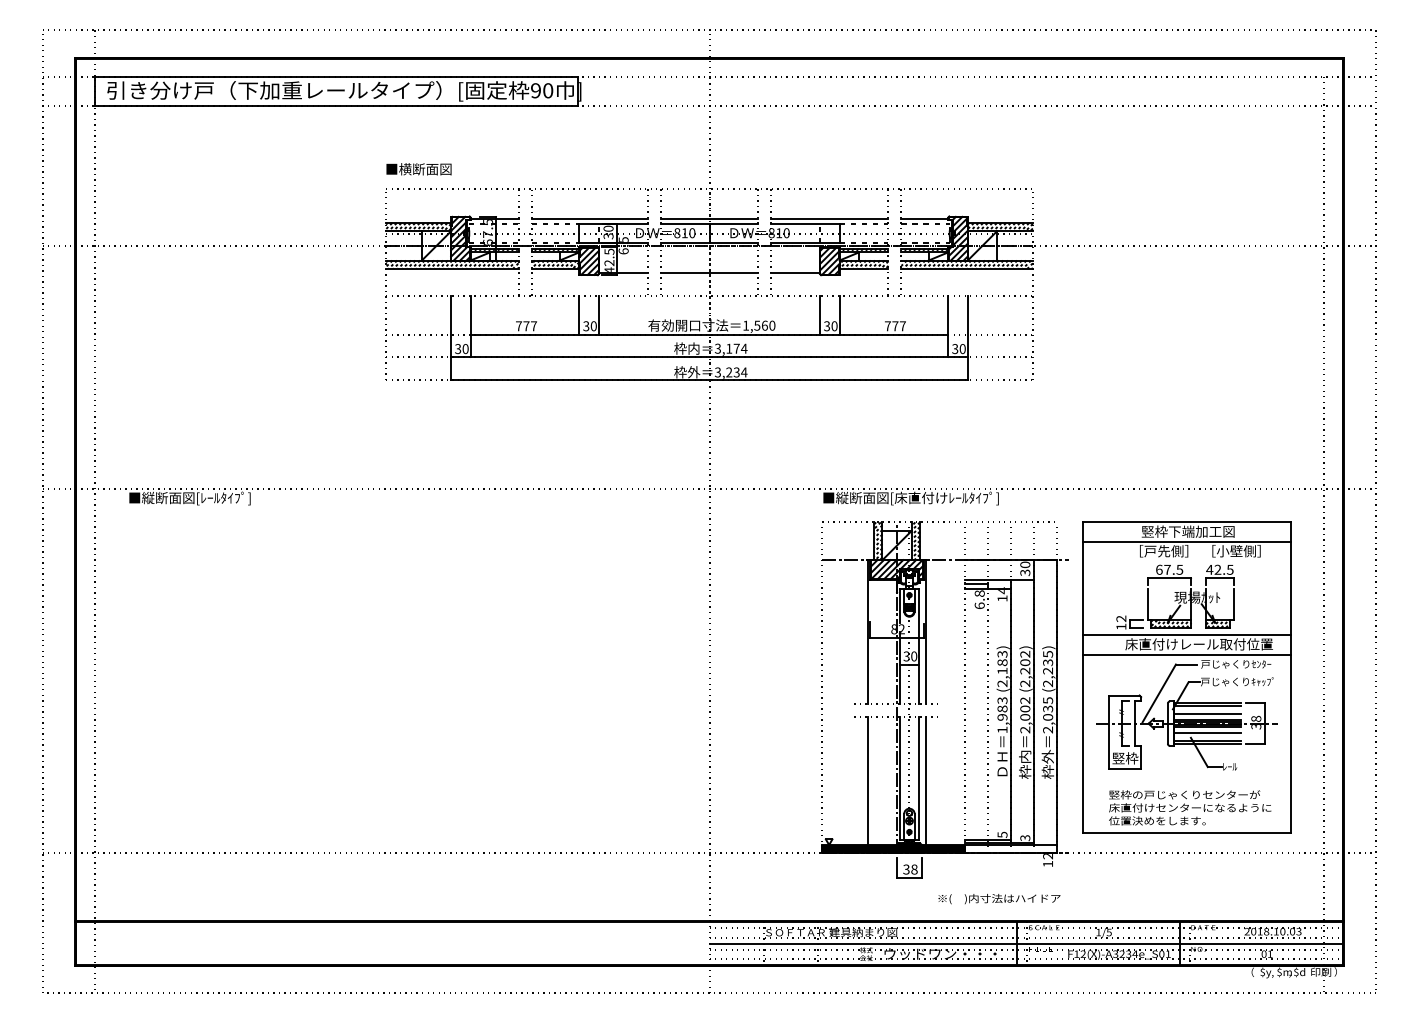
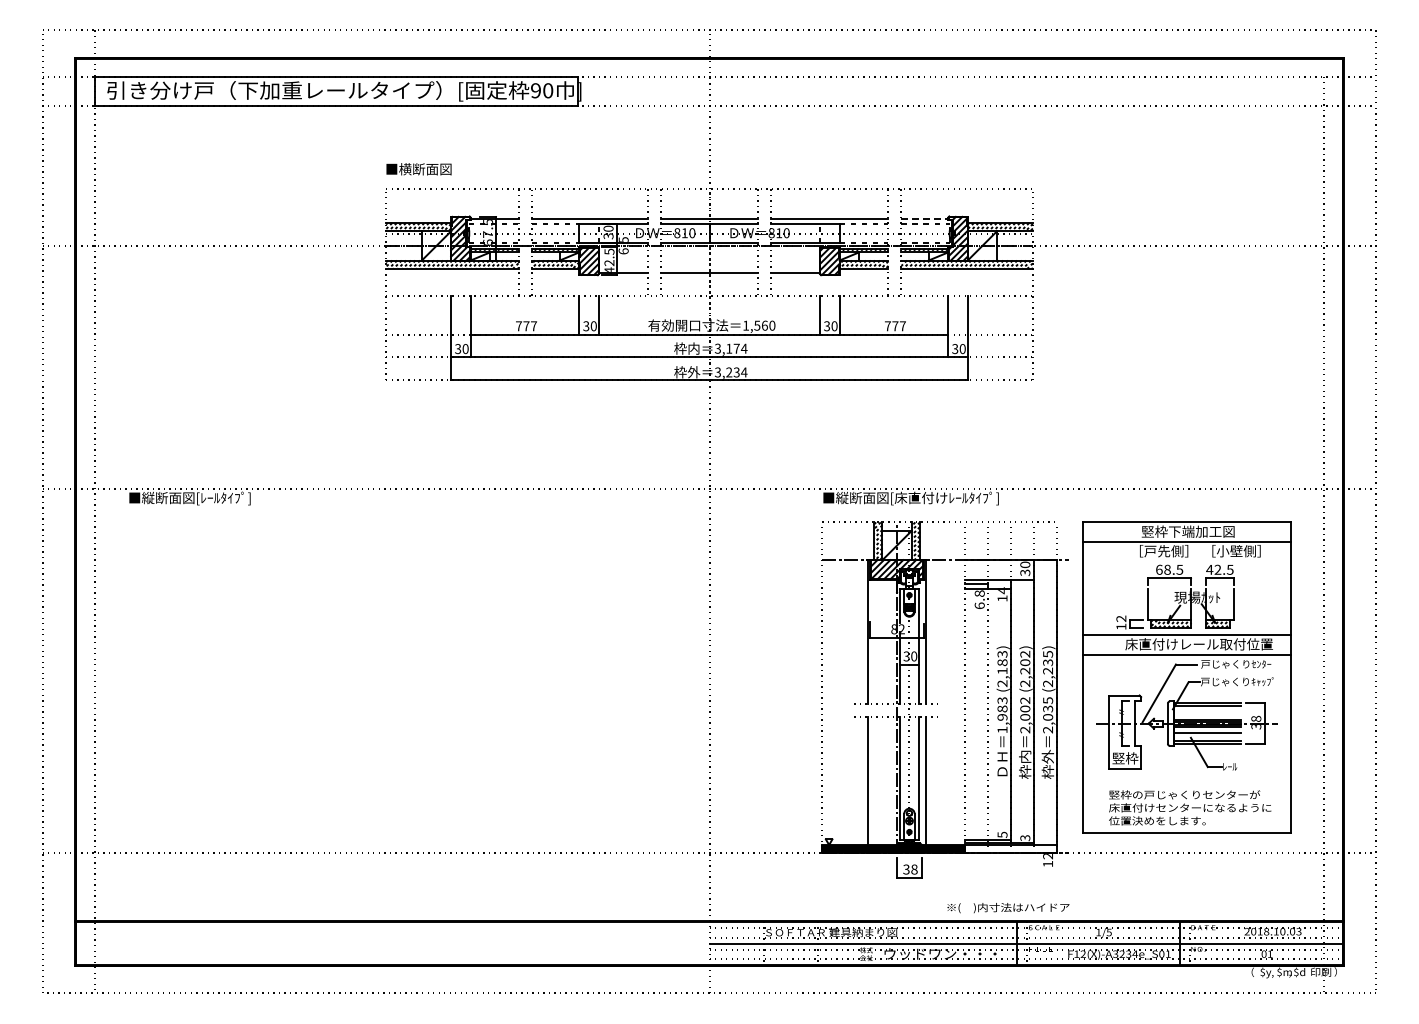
line at (925, 219): solid -> dashed
text at (1167, 569): 67.5 -> 68.5
line at (1207, 713): present -> none
text at (999, 899) position: (999, 899) -> (1008, 908)
